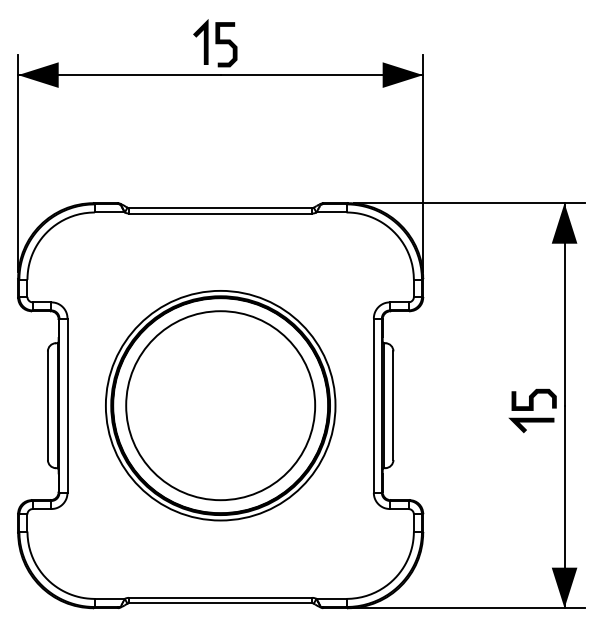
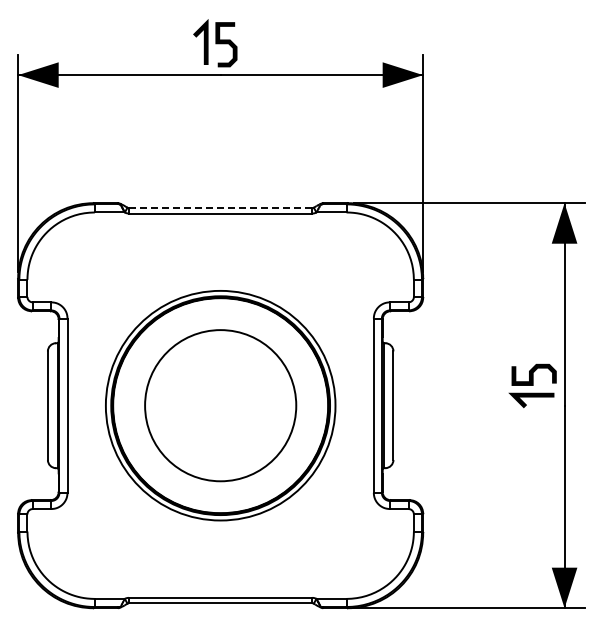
line at (220, 208): solid -> dashed
circle at (220, 405) diameter: 189 px -> 151 px
part at (532, 410) position: (532, 410) -> (532, 385)
